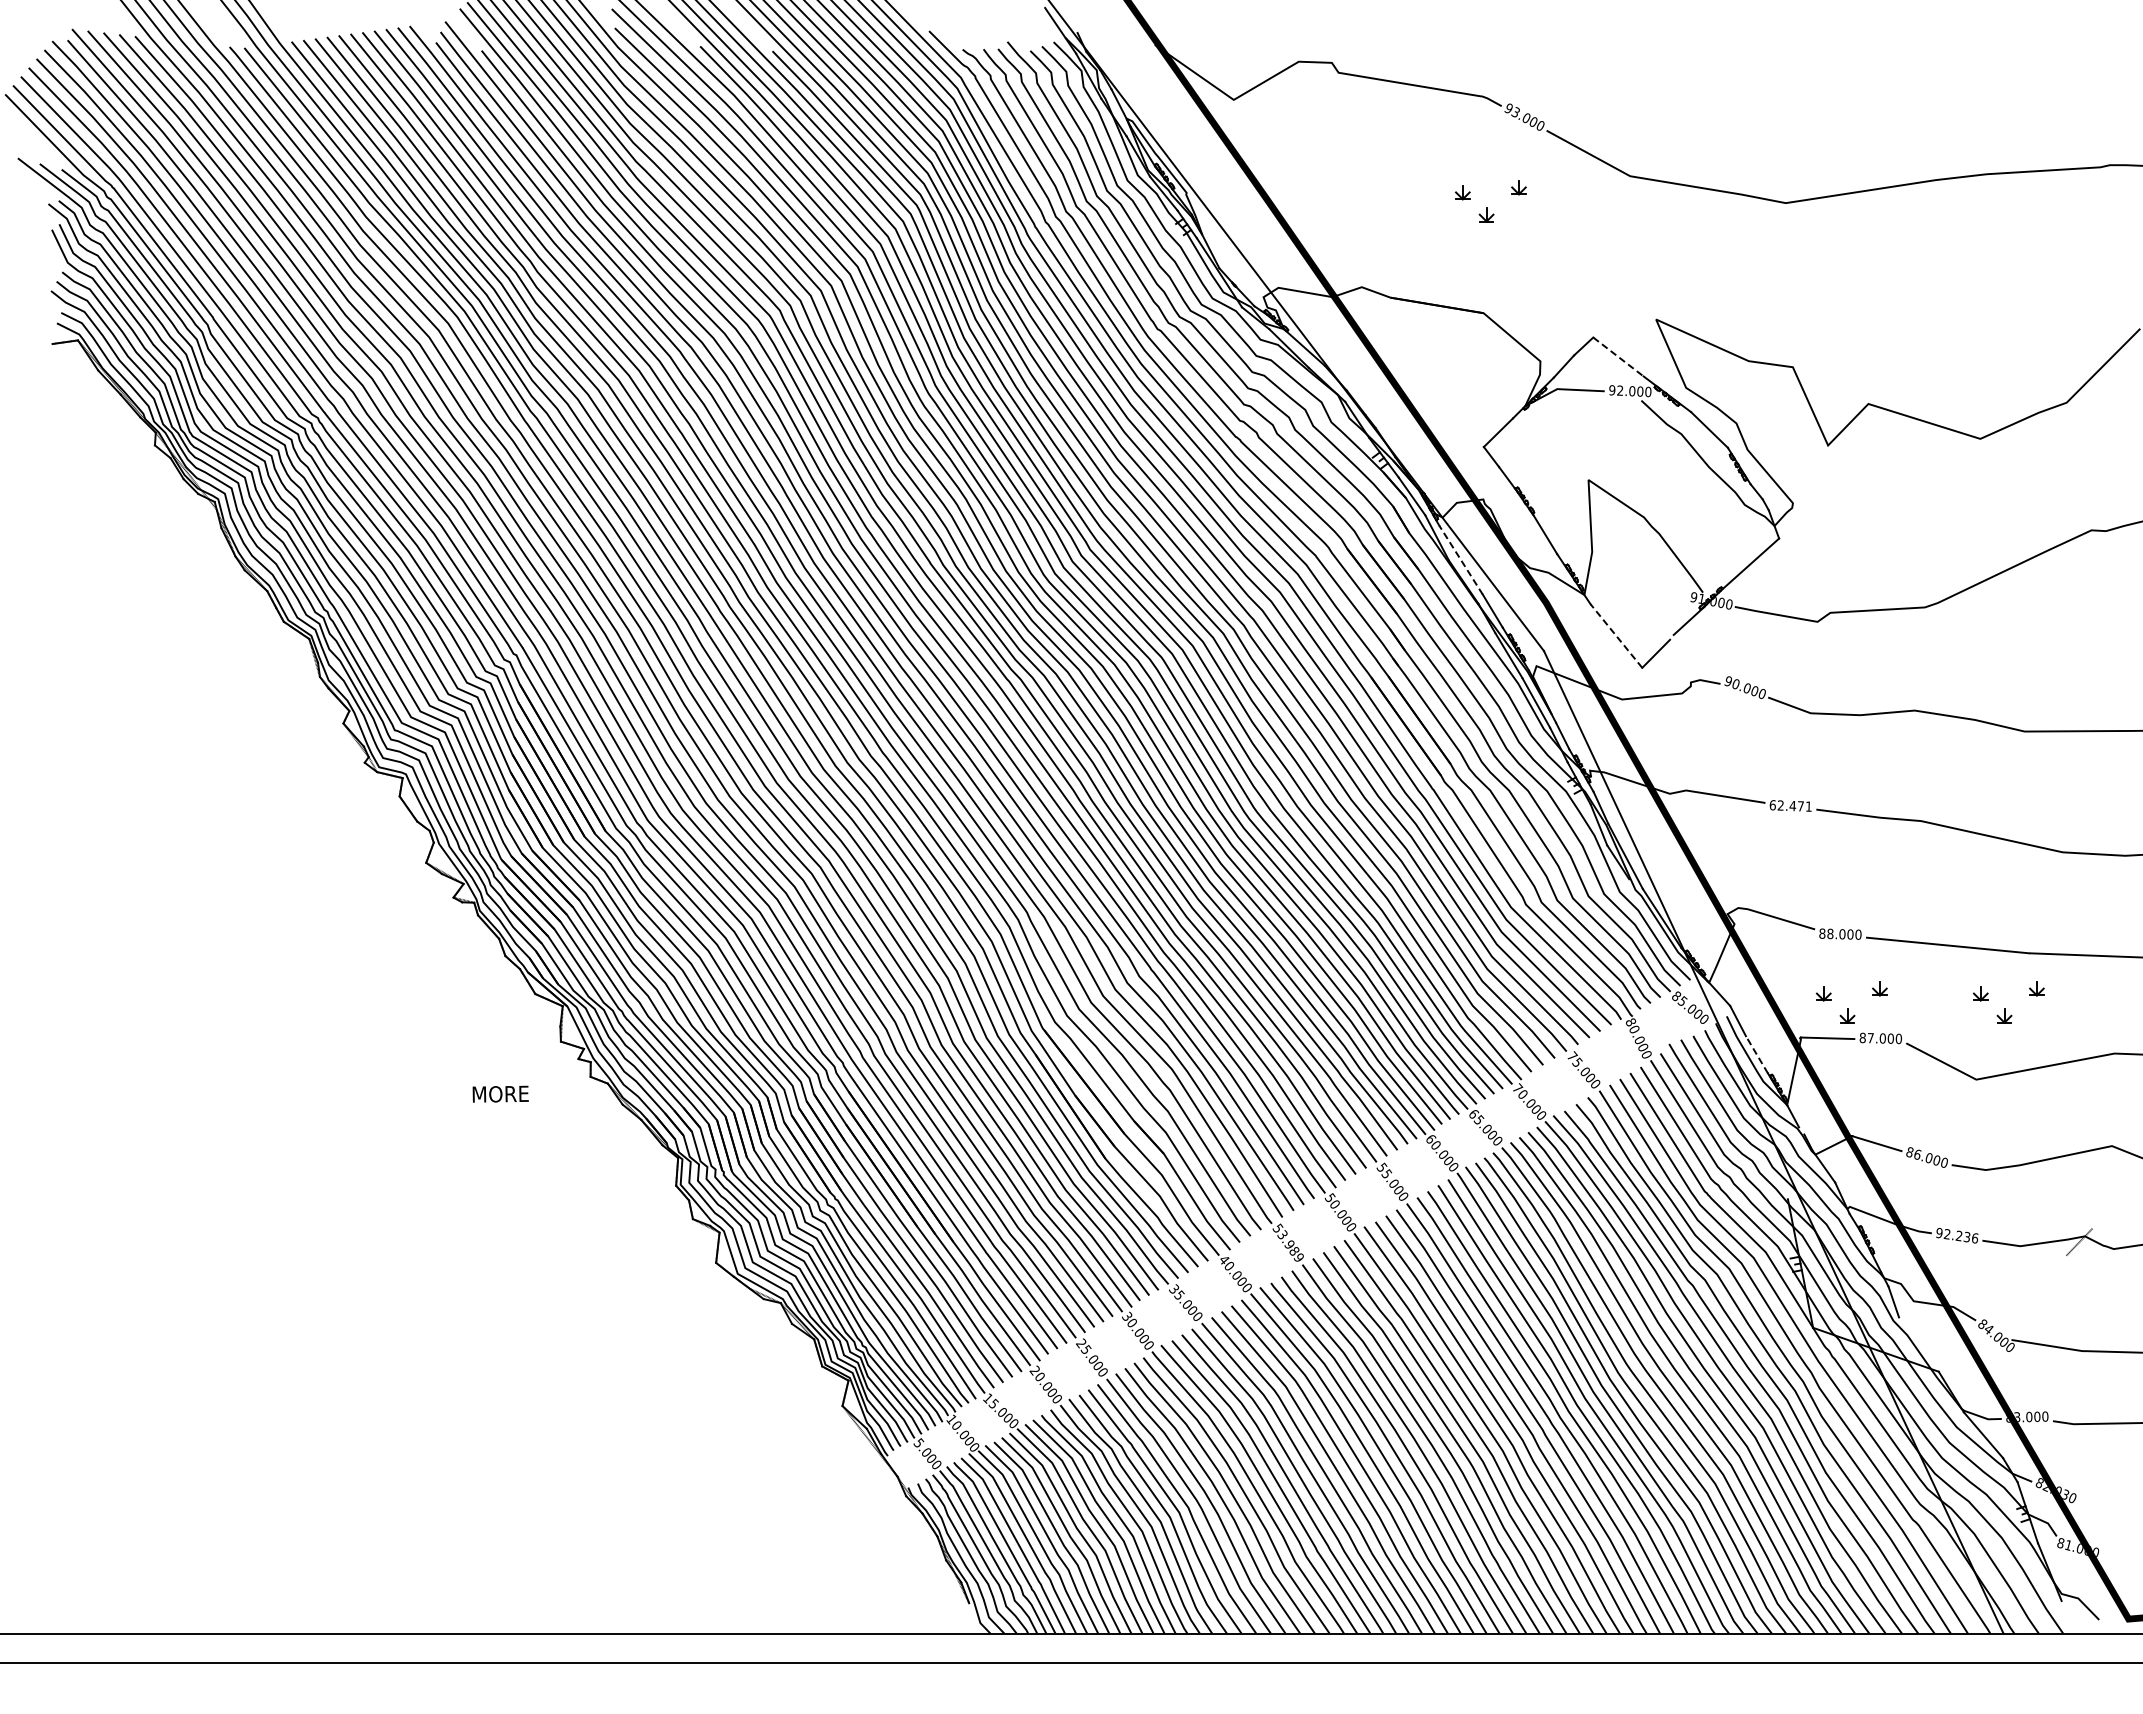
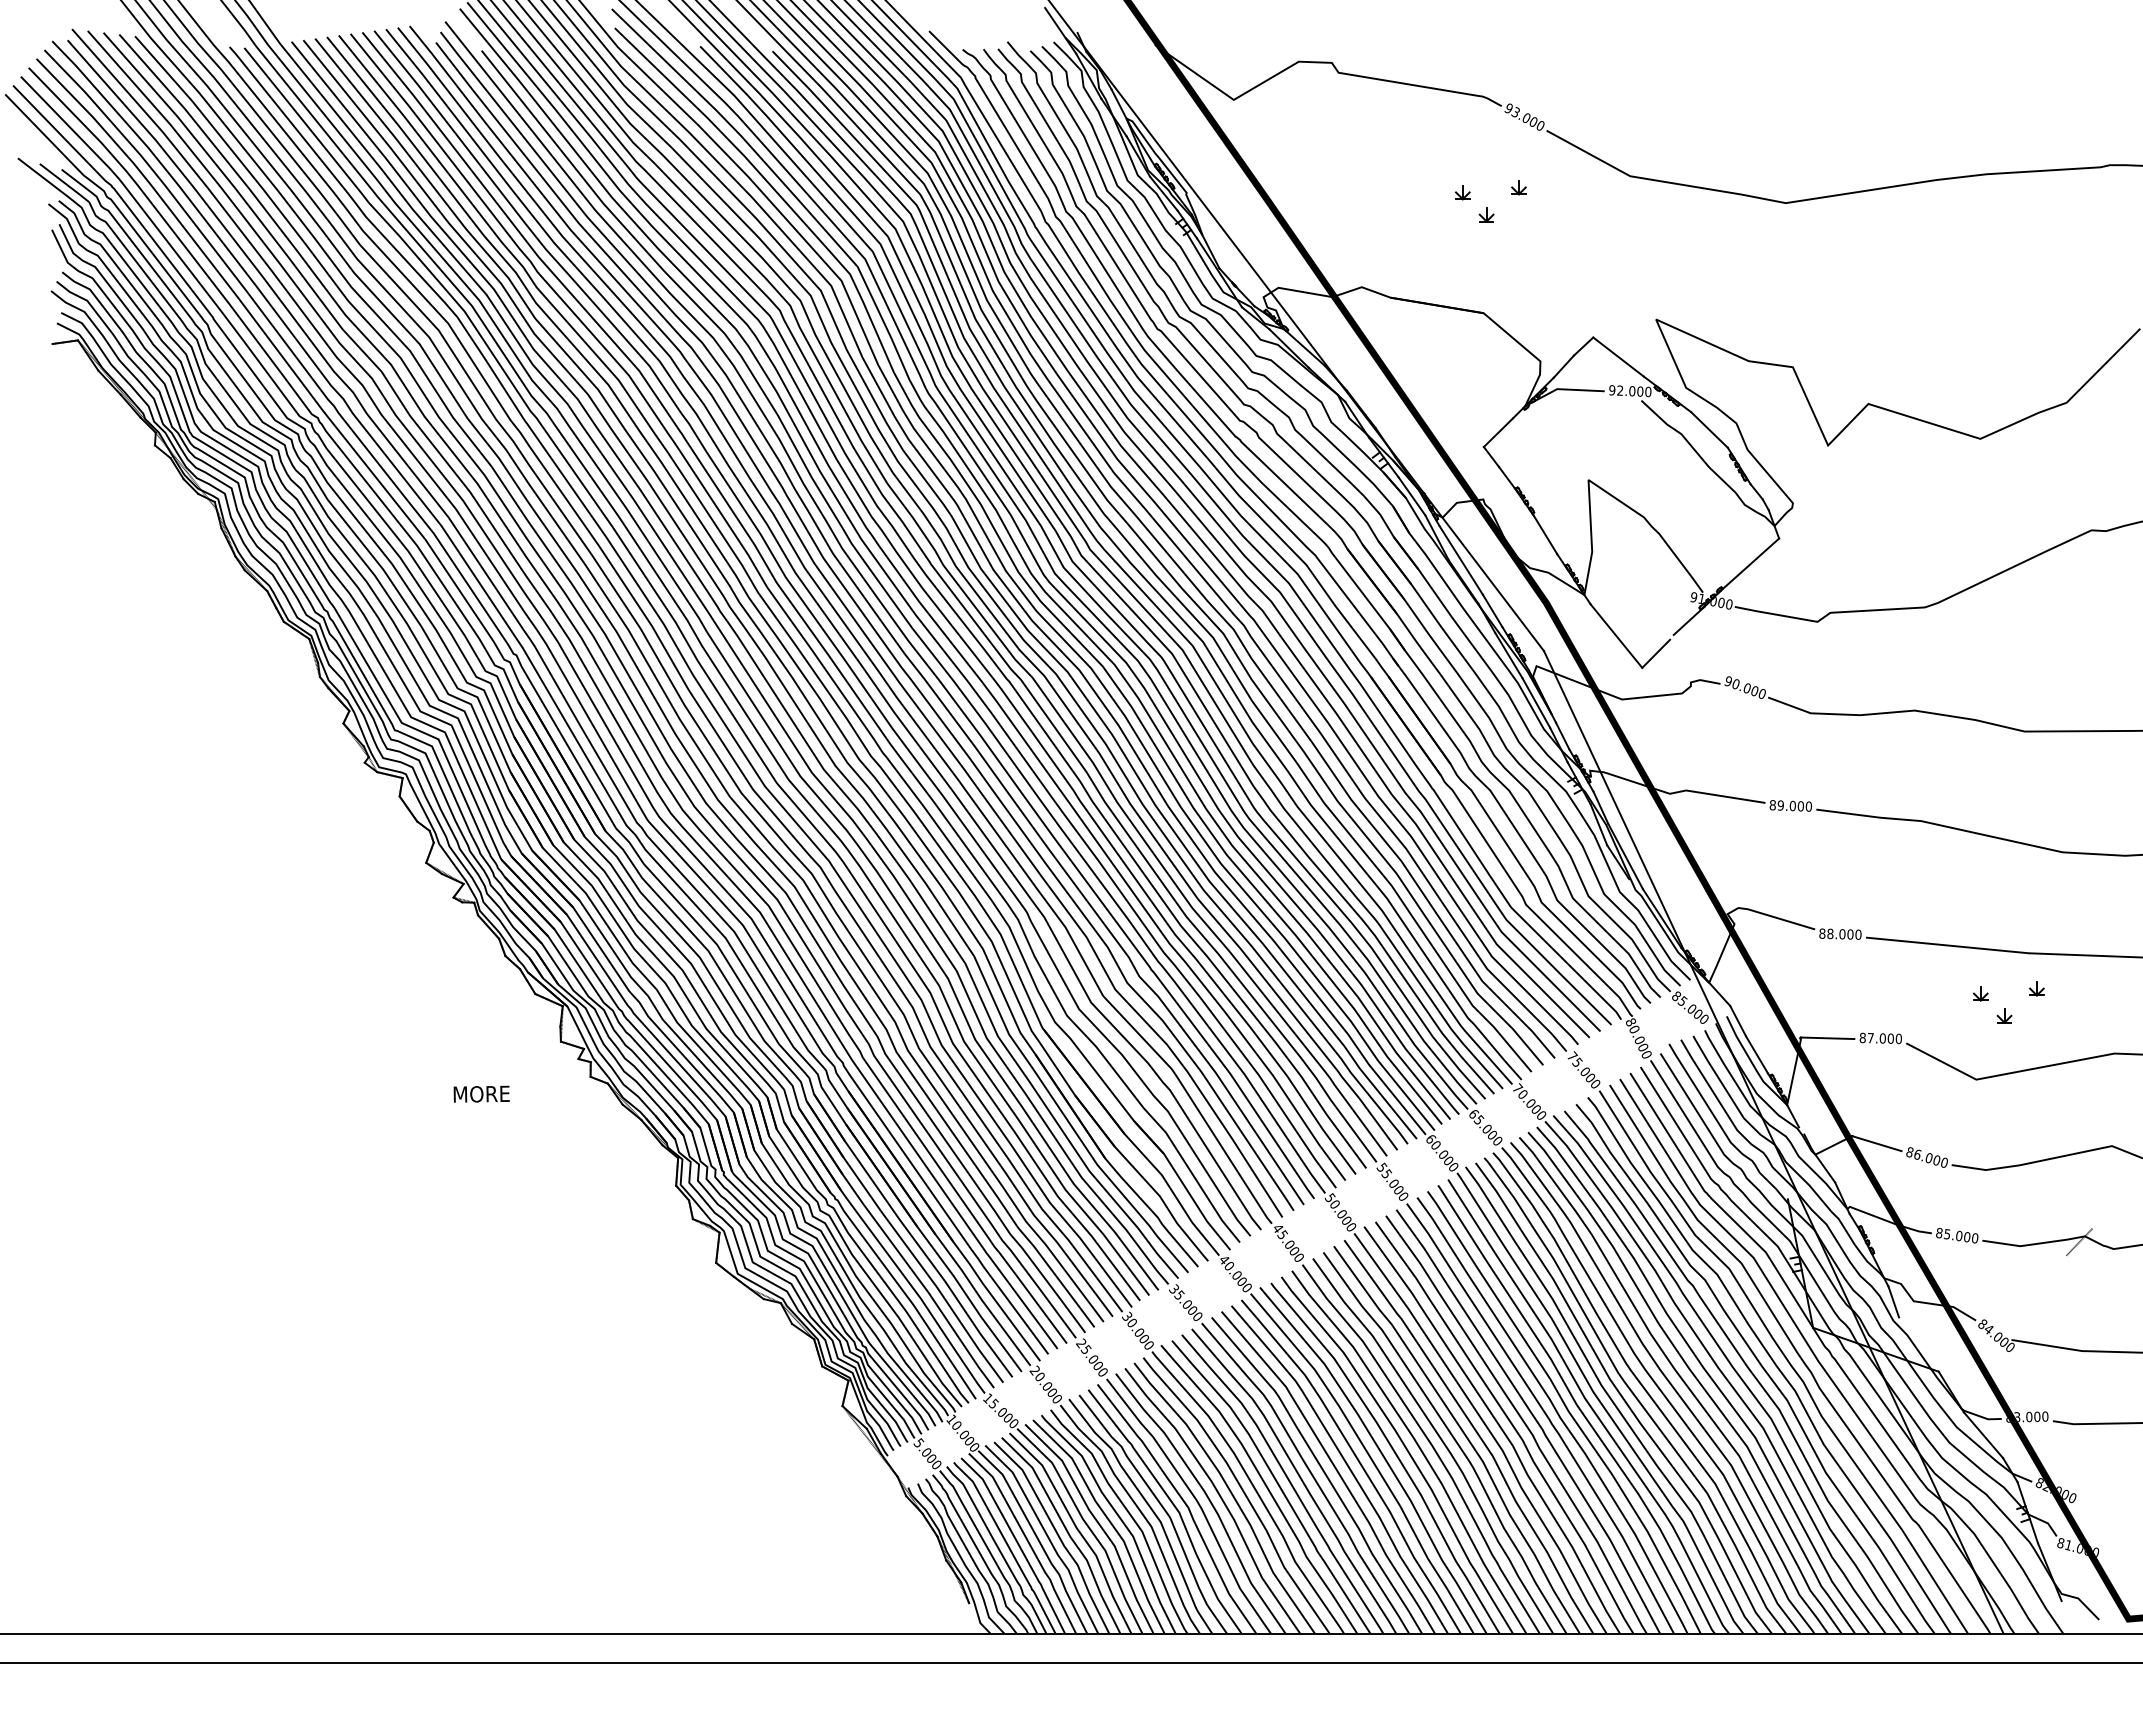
line at (1618, 356): dashed -> solid
line at (1461, 560): dashed -> solid
line at (1616, 636): dashed -> solid
text at (1790, 805): 62.471 -> 89.000
part at (1848, 1008): present -> none
line at (1756, 1054): dashed -> solid
text at (500, 1093) position: (500, 1093) -> (481, 1093)
text at (1957, 1235): 92.236 -> 85.000
text at (1287, 1242): 53.989 -> 45.000
text at (2064, 1493): 82.030 -> 82.000
